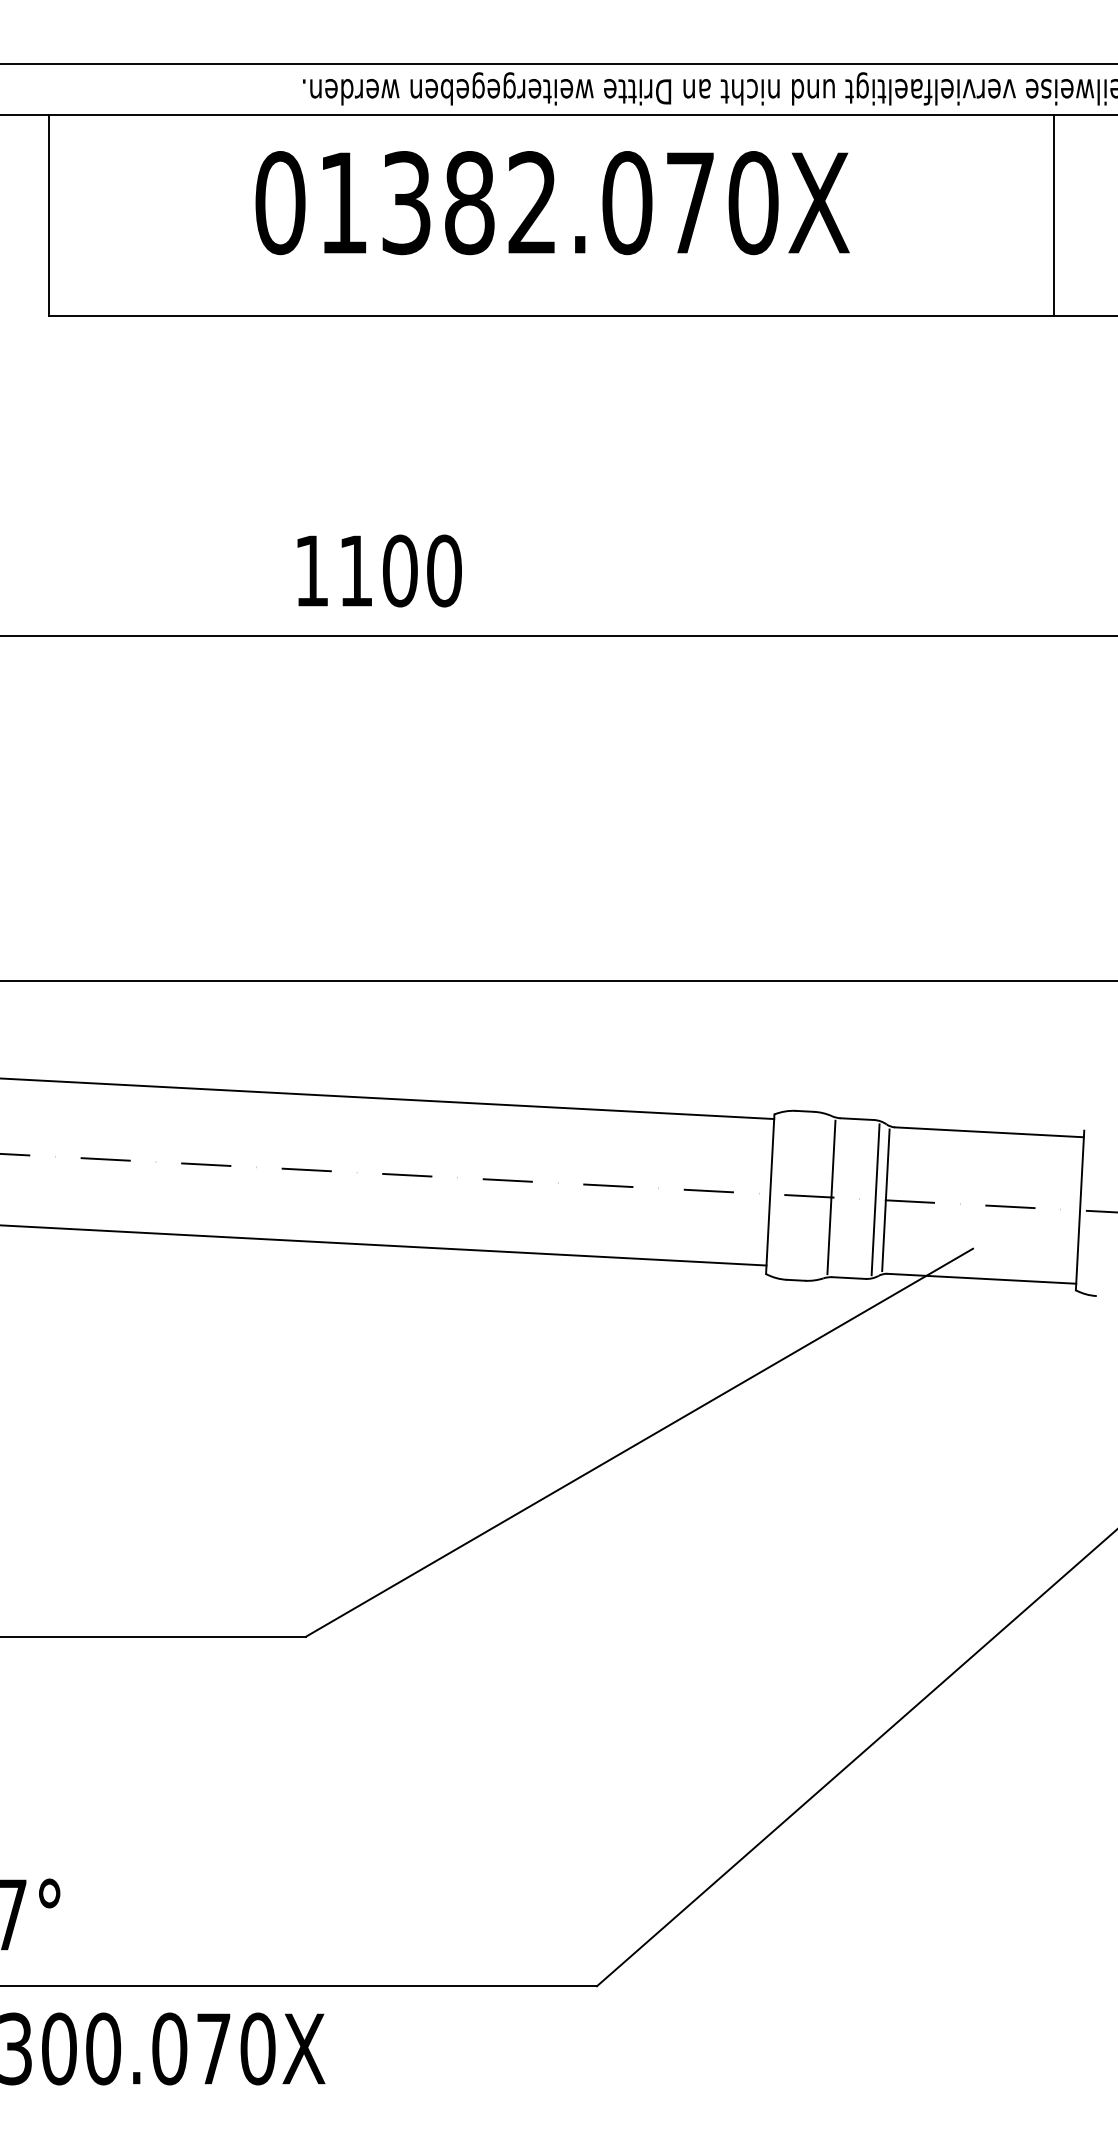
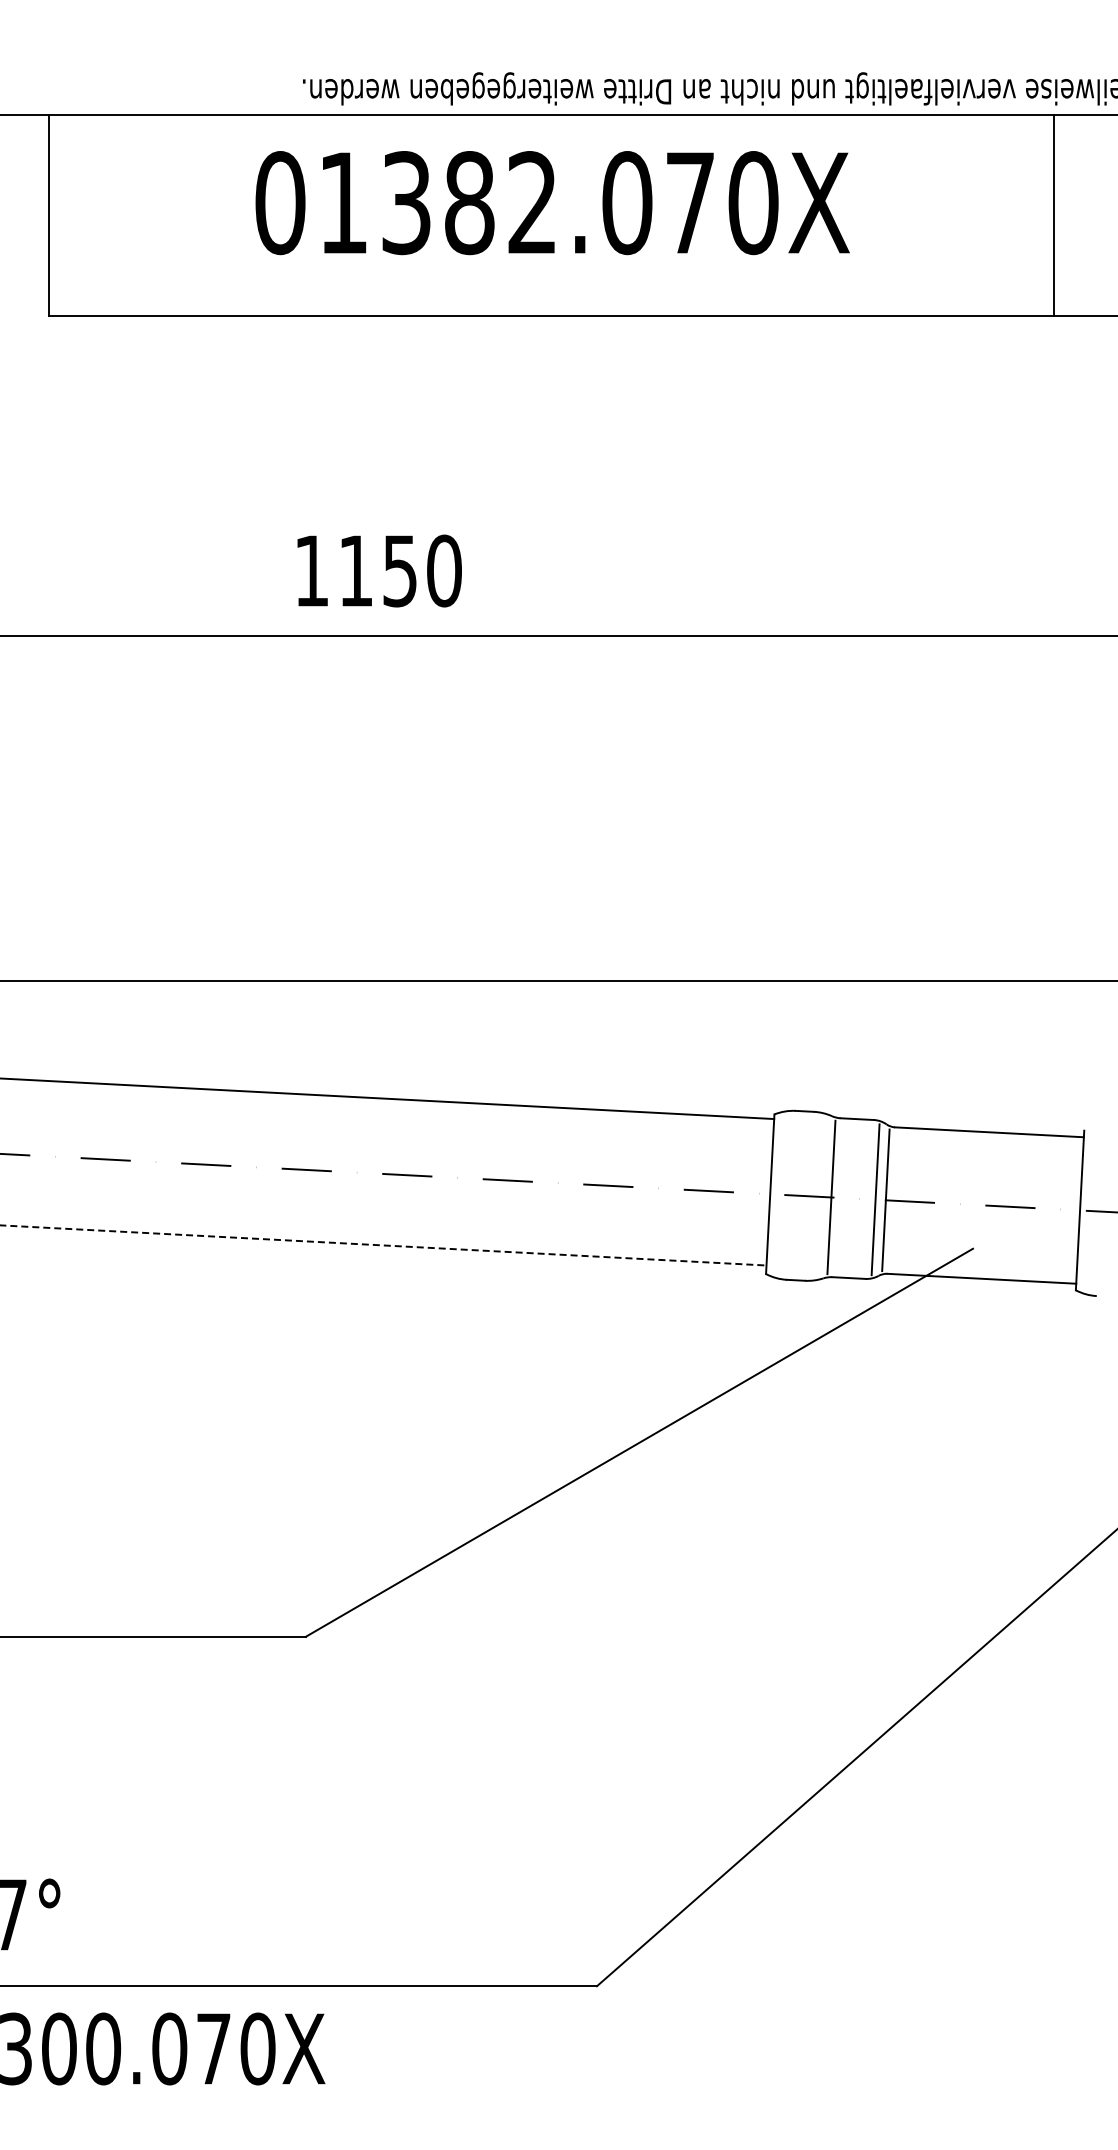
line at (558, 64): present -> none
text at (400, 570): 1100 -> 1150
line at (383, 1245): solid -> dashed
